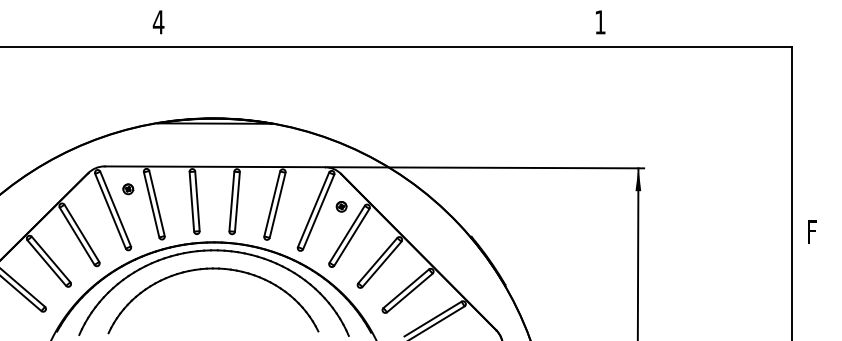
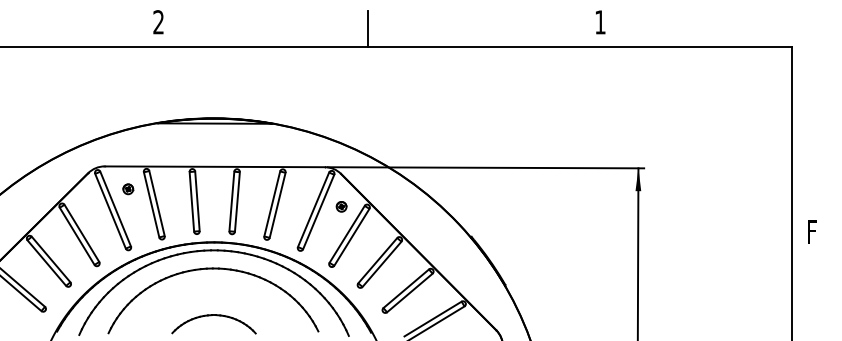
text at (158, 22): 4 -> 2
line at (367, 29): none -> present
part at (211, 316): none -> present
